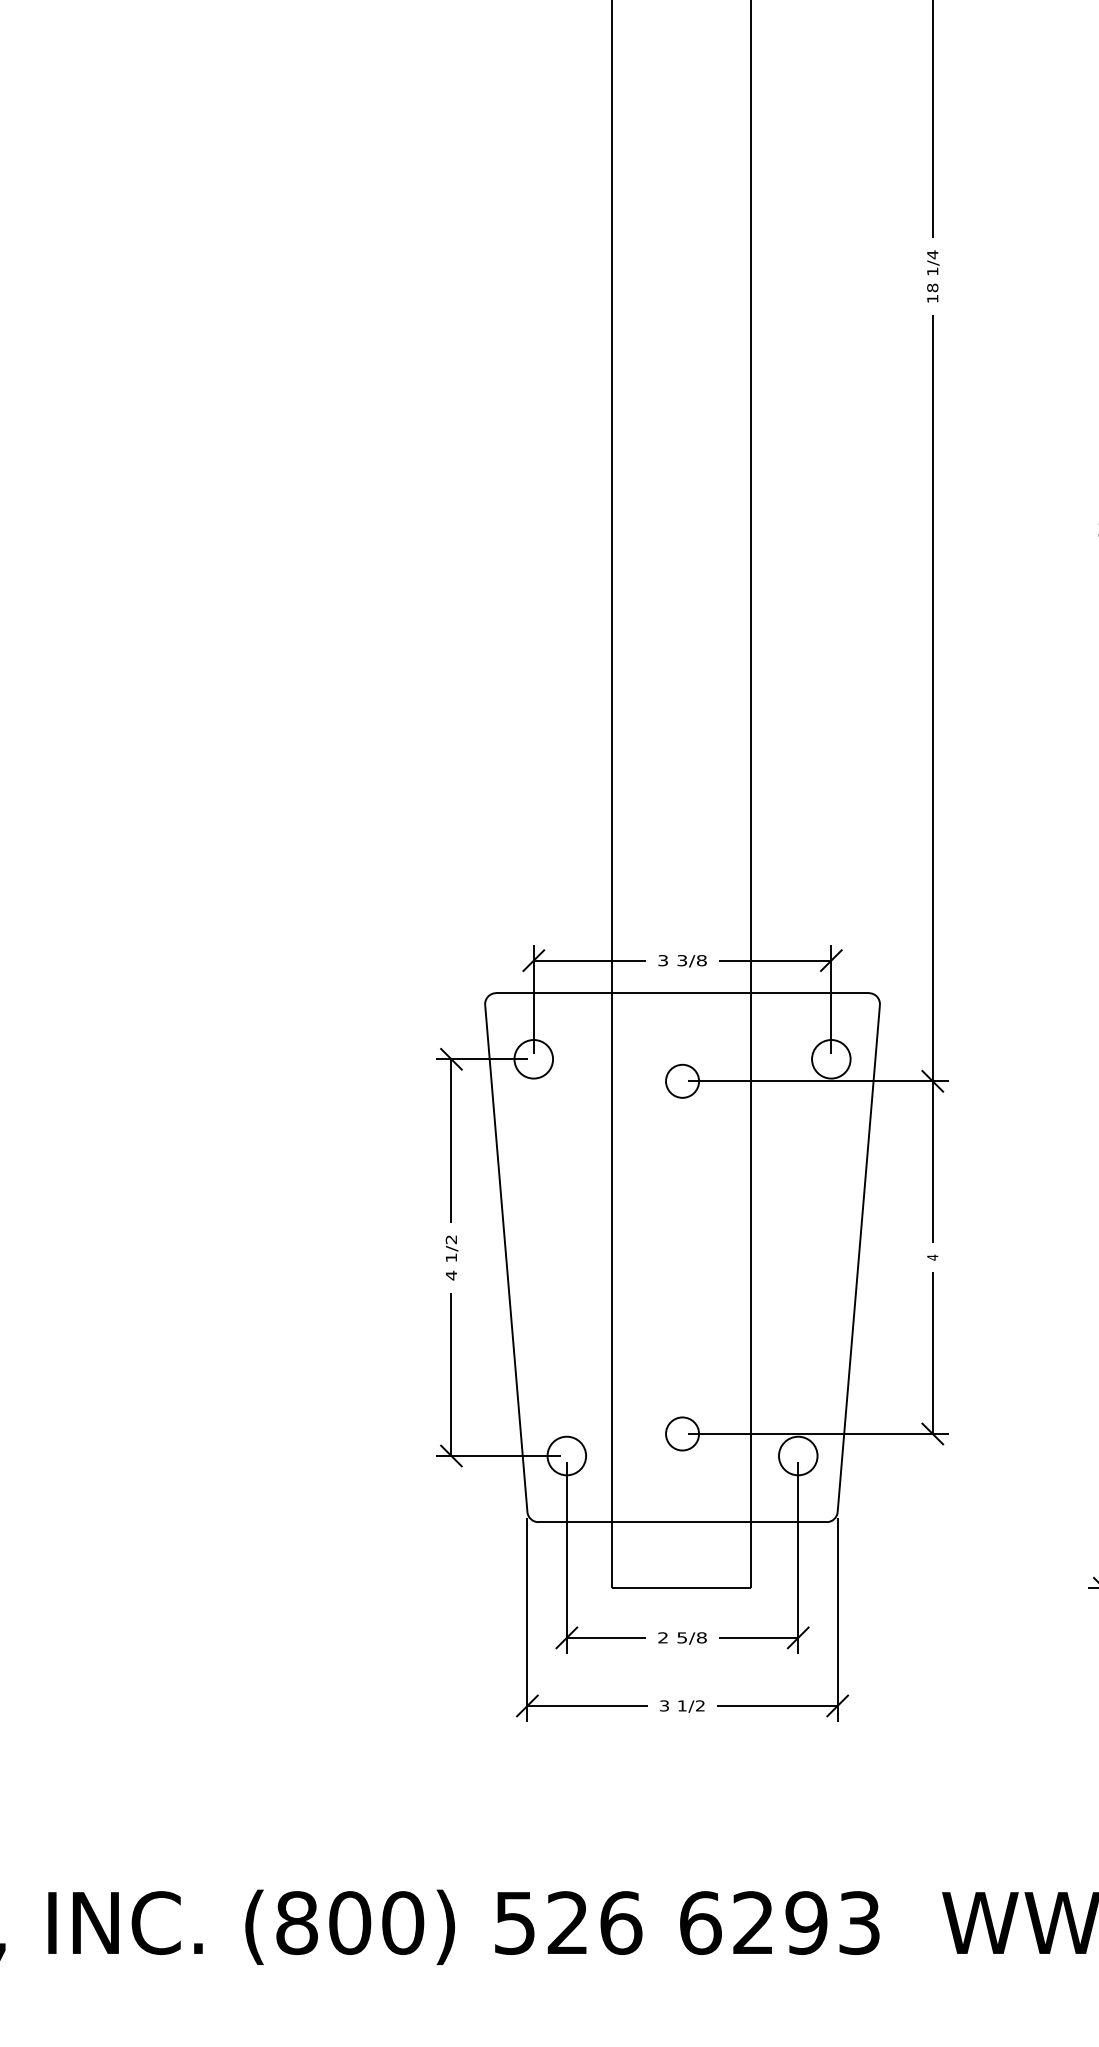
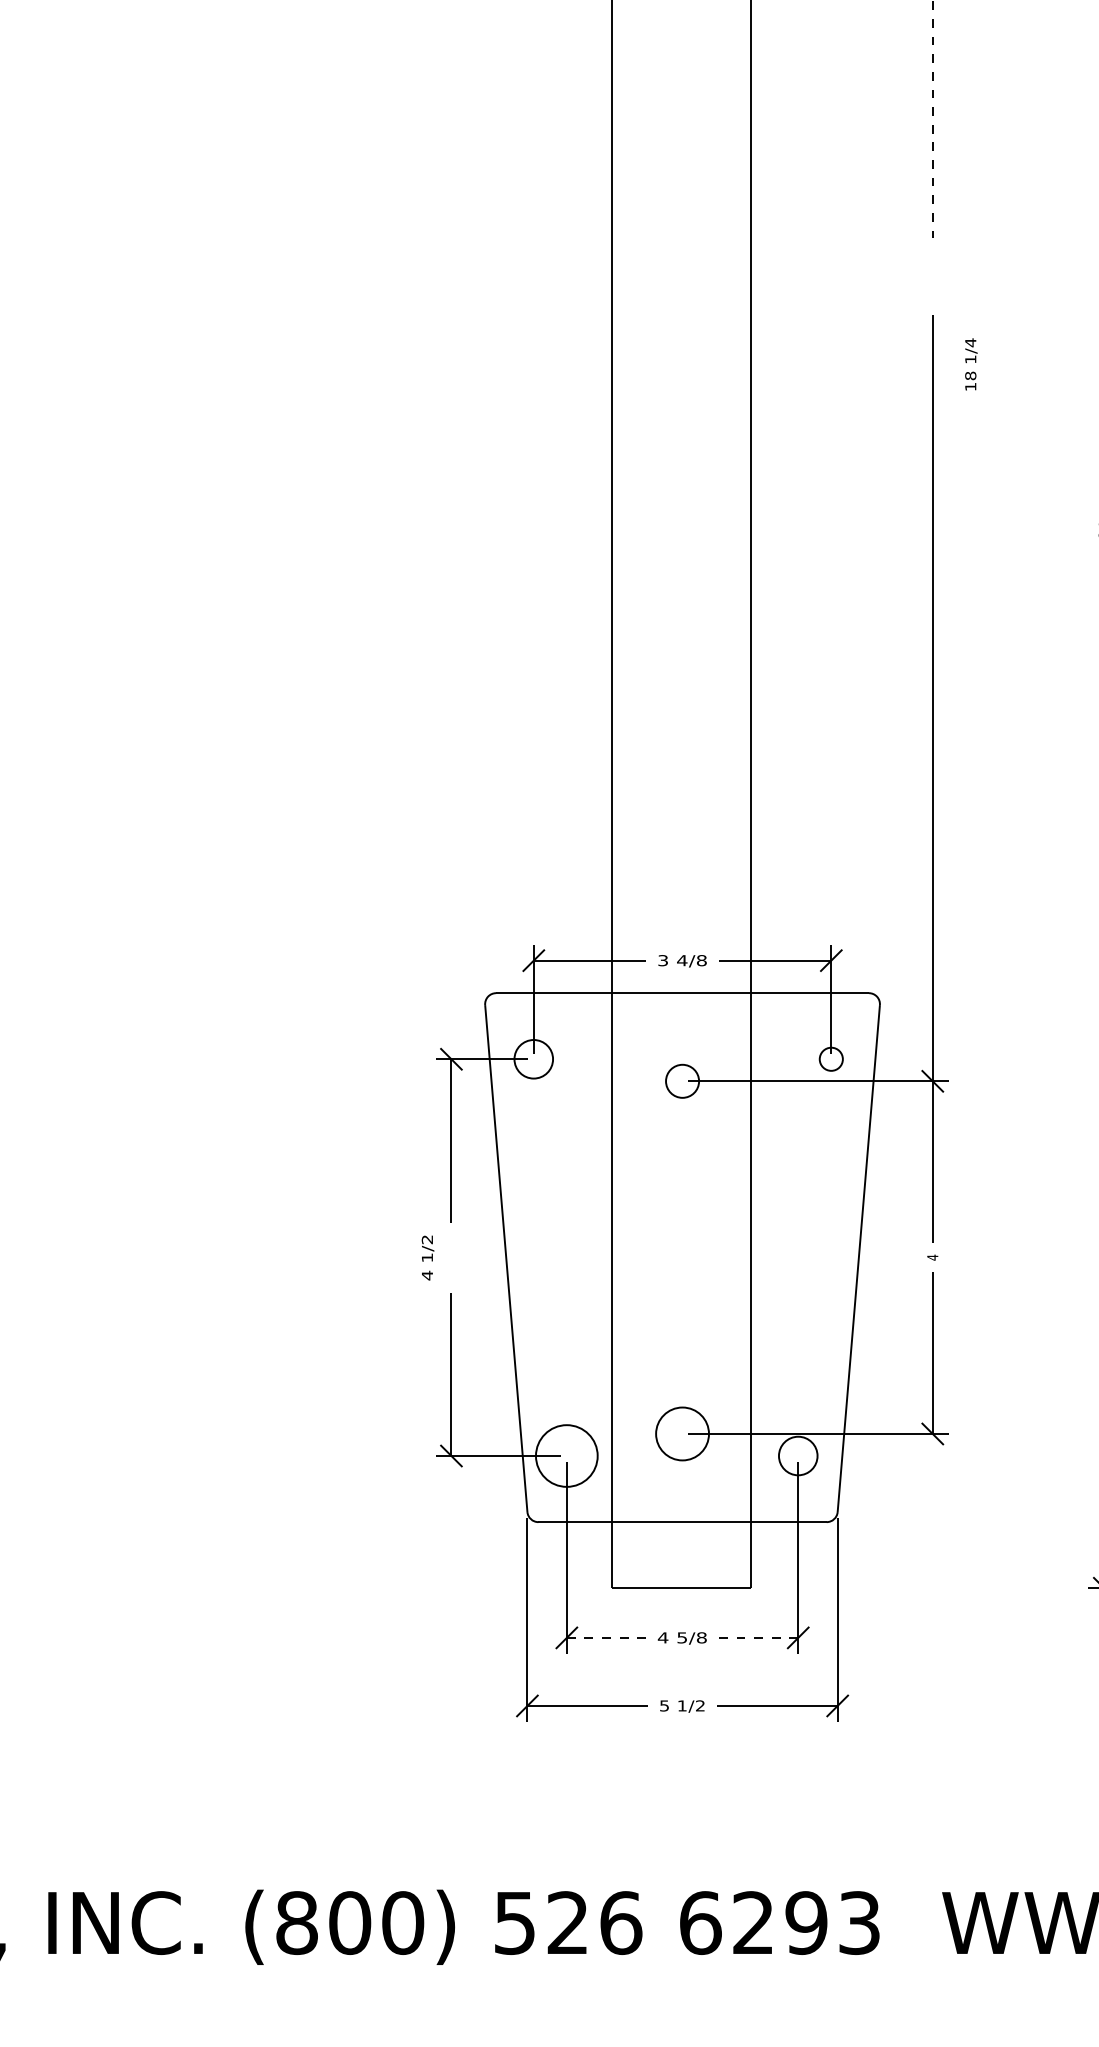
line at (932, 119): solid -> dashed
text at (933, 276) position: (933, 276) -> (971, 364)
text at (682, 960): 3/8 -> 4/8
circle at (831, 1059) diameter: 39 px -> 23 px
text at (451, 1257) position: (451, 1257) -> (427, 1257)
circle at (682, 1433) diameter: 33 px -> 53 px
circle at (566, 1455) diameter: 39 px -> 62 px
line at (606, 1637): solid -> dashed
text at (662, 1637): 2 -> 4
line at (758, 1637): solid -> dashed
text at (664, 1705): 3 -> 5
